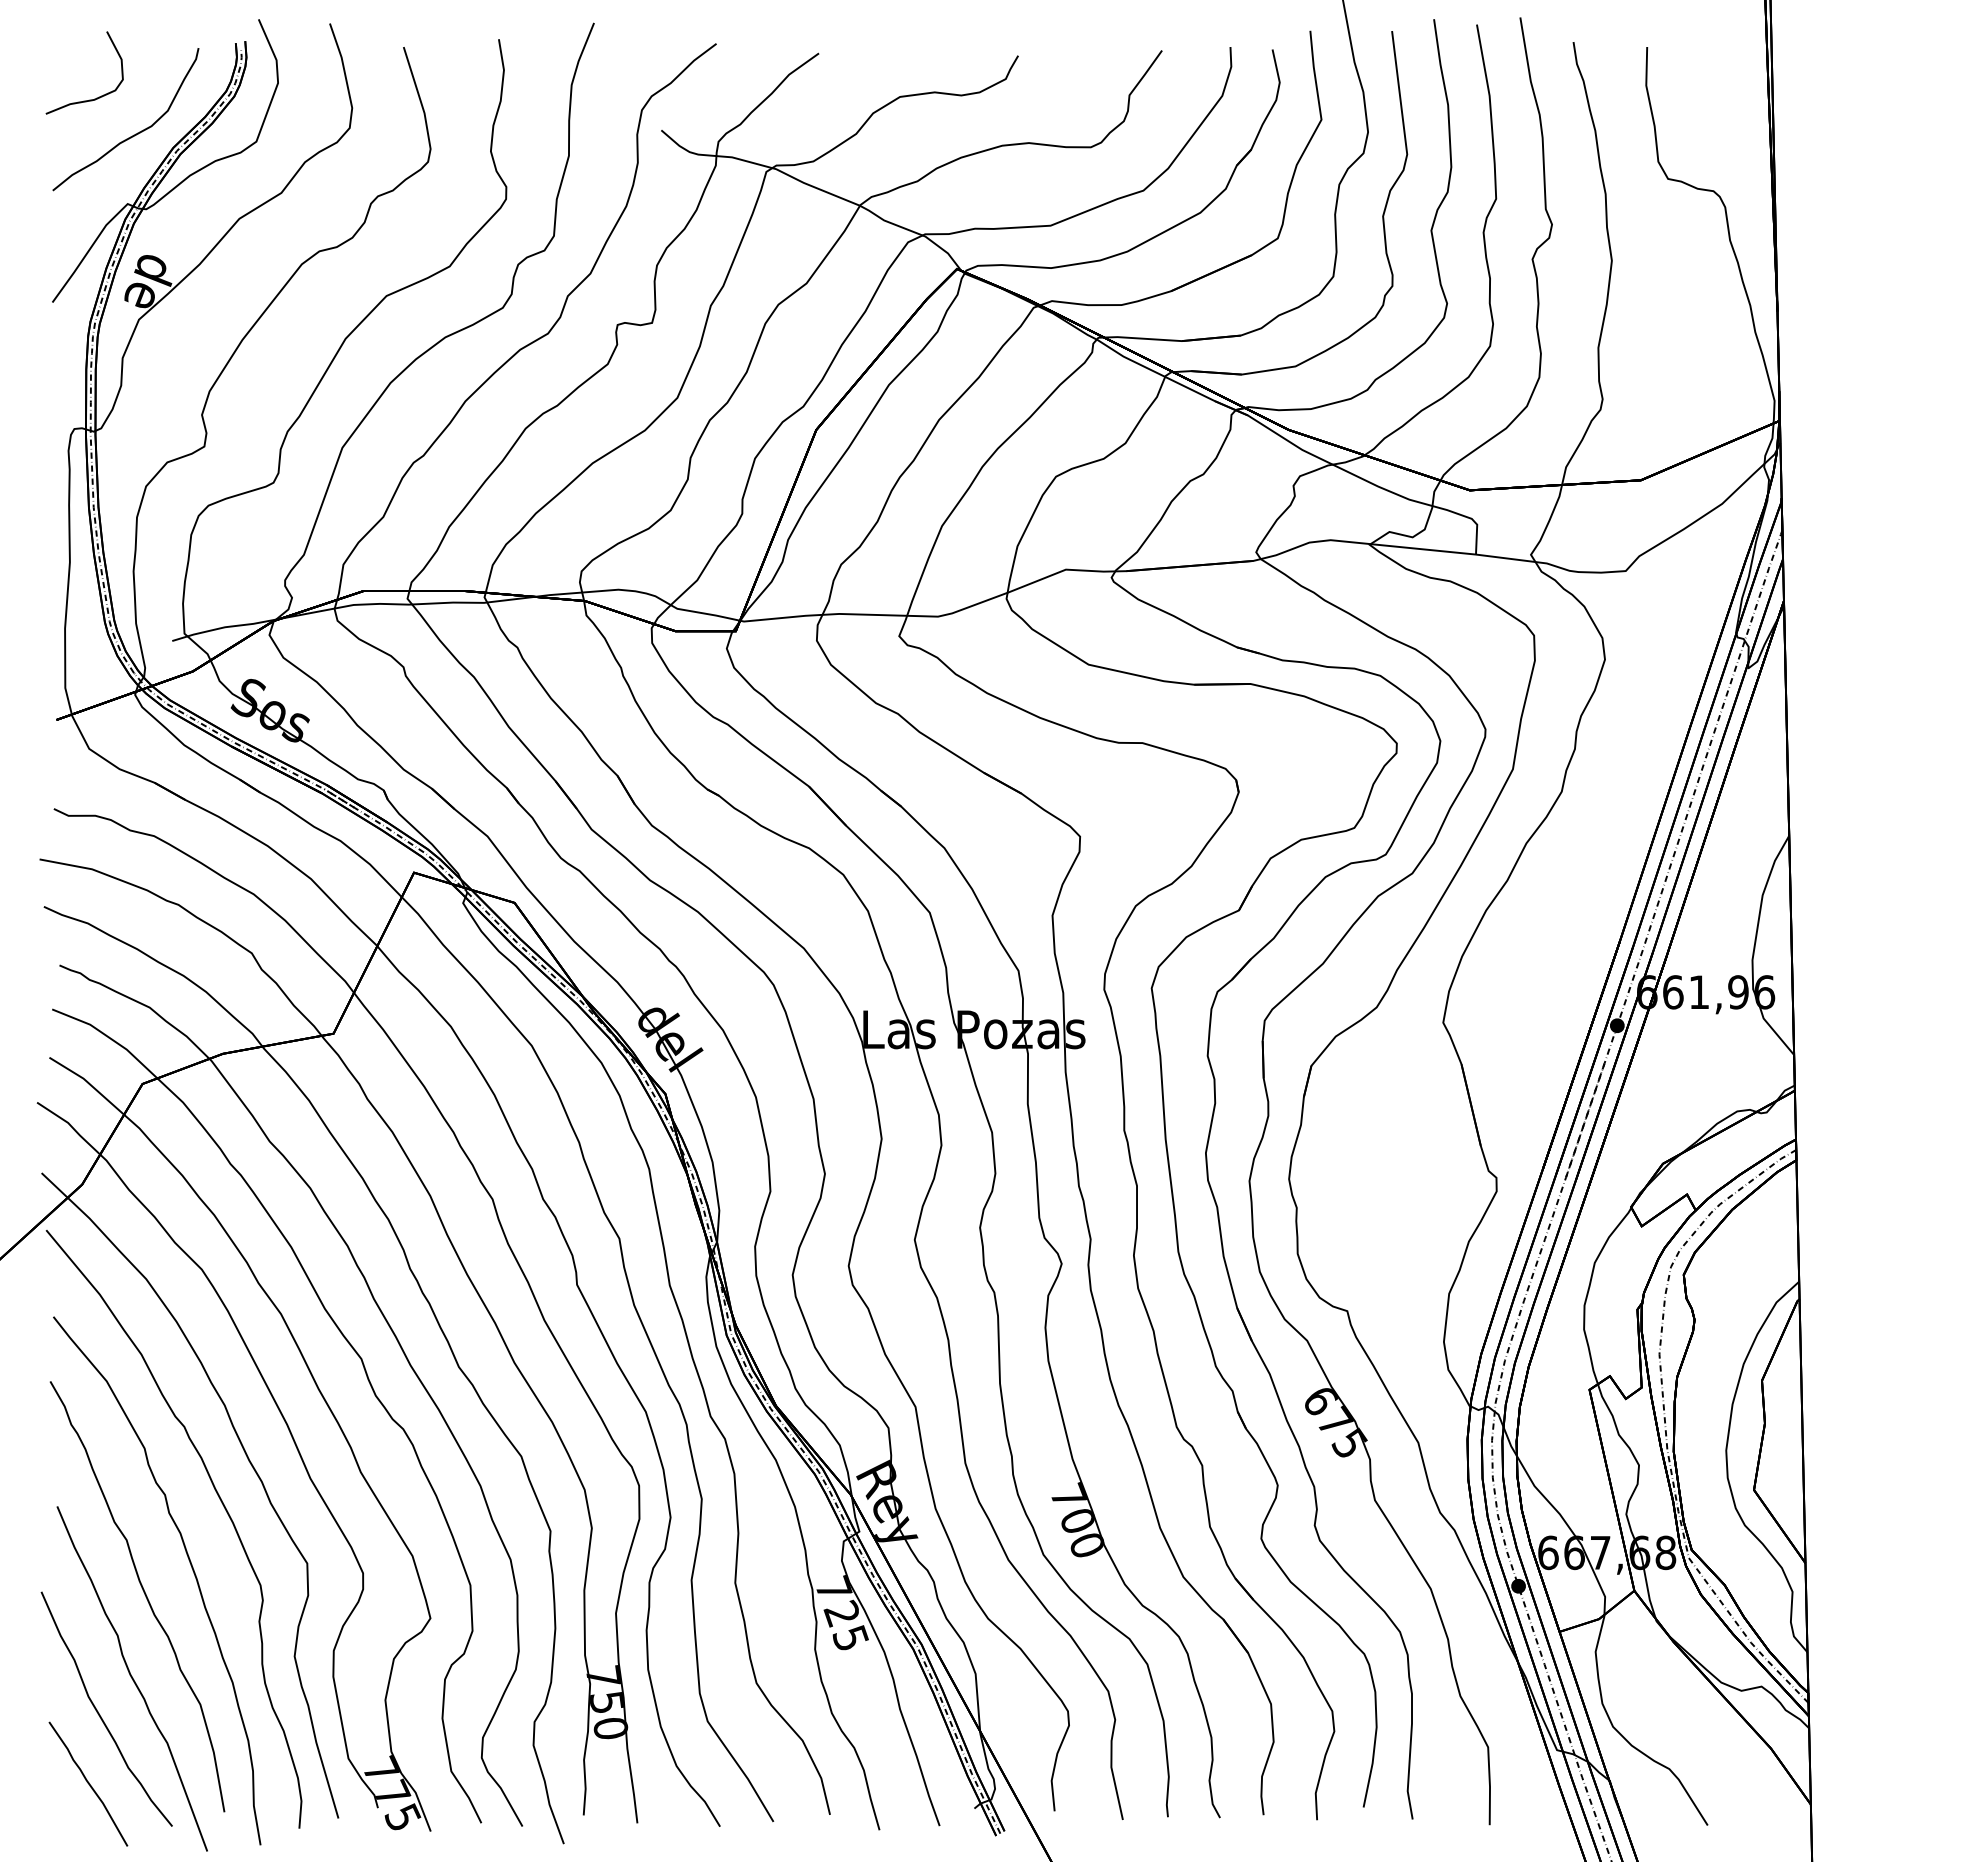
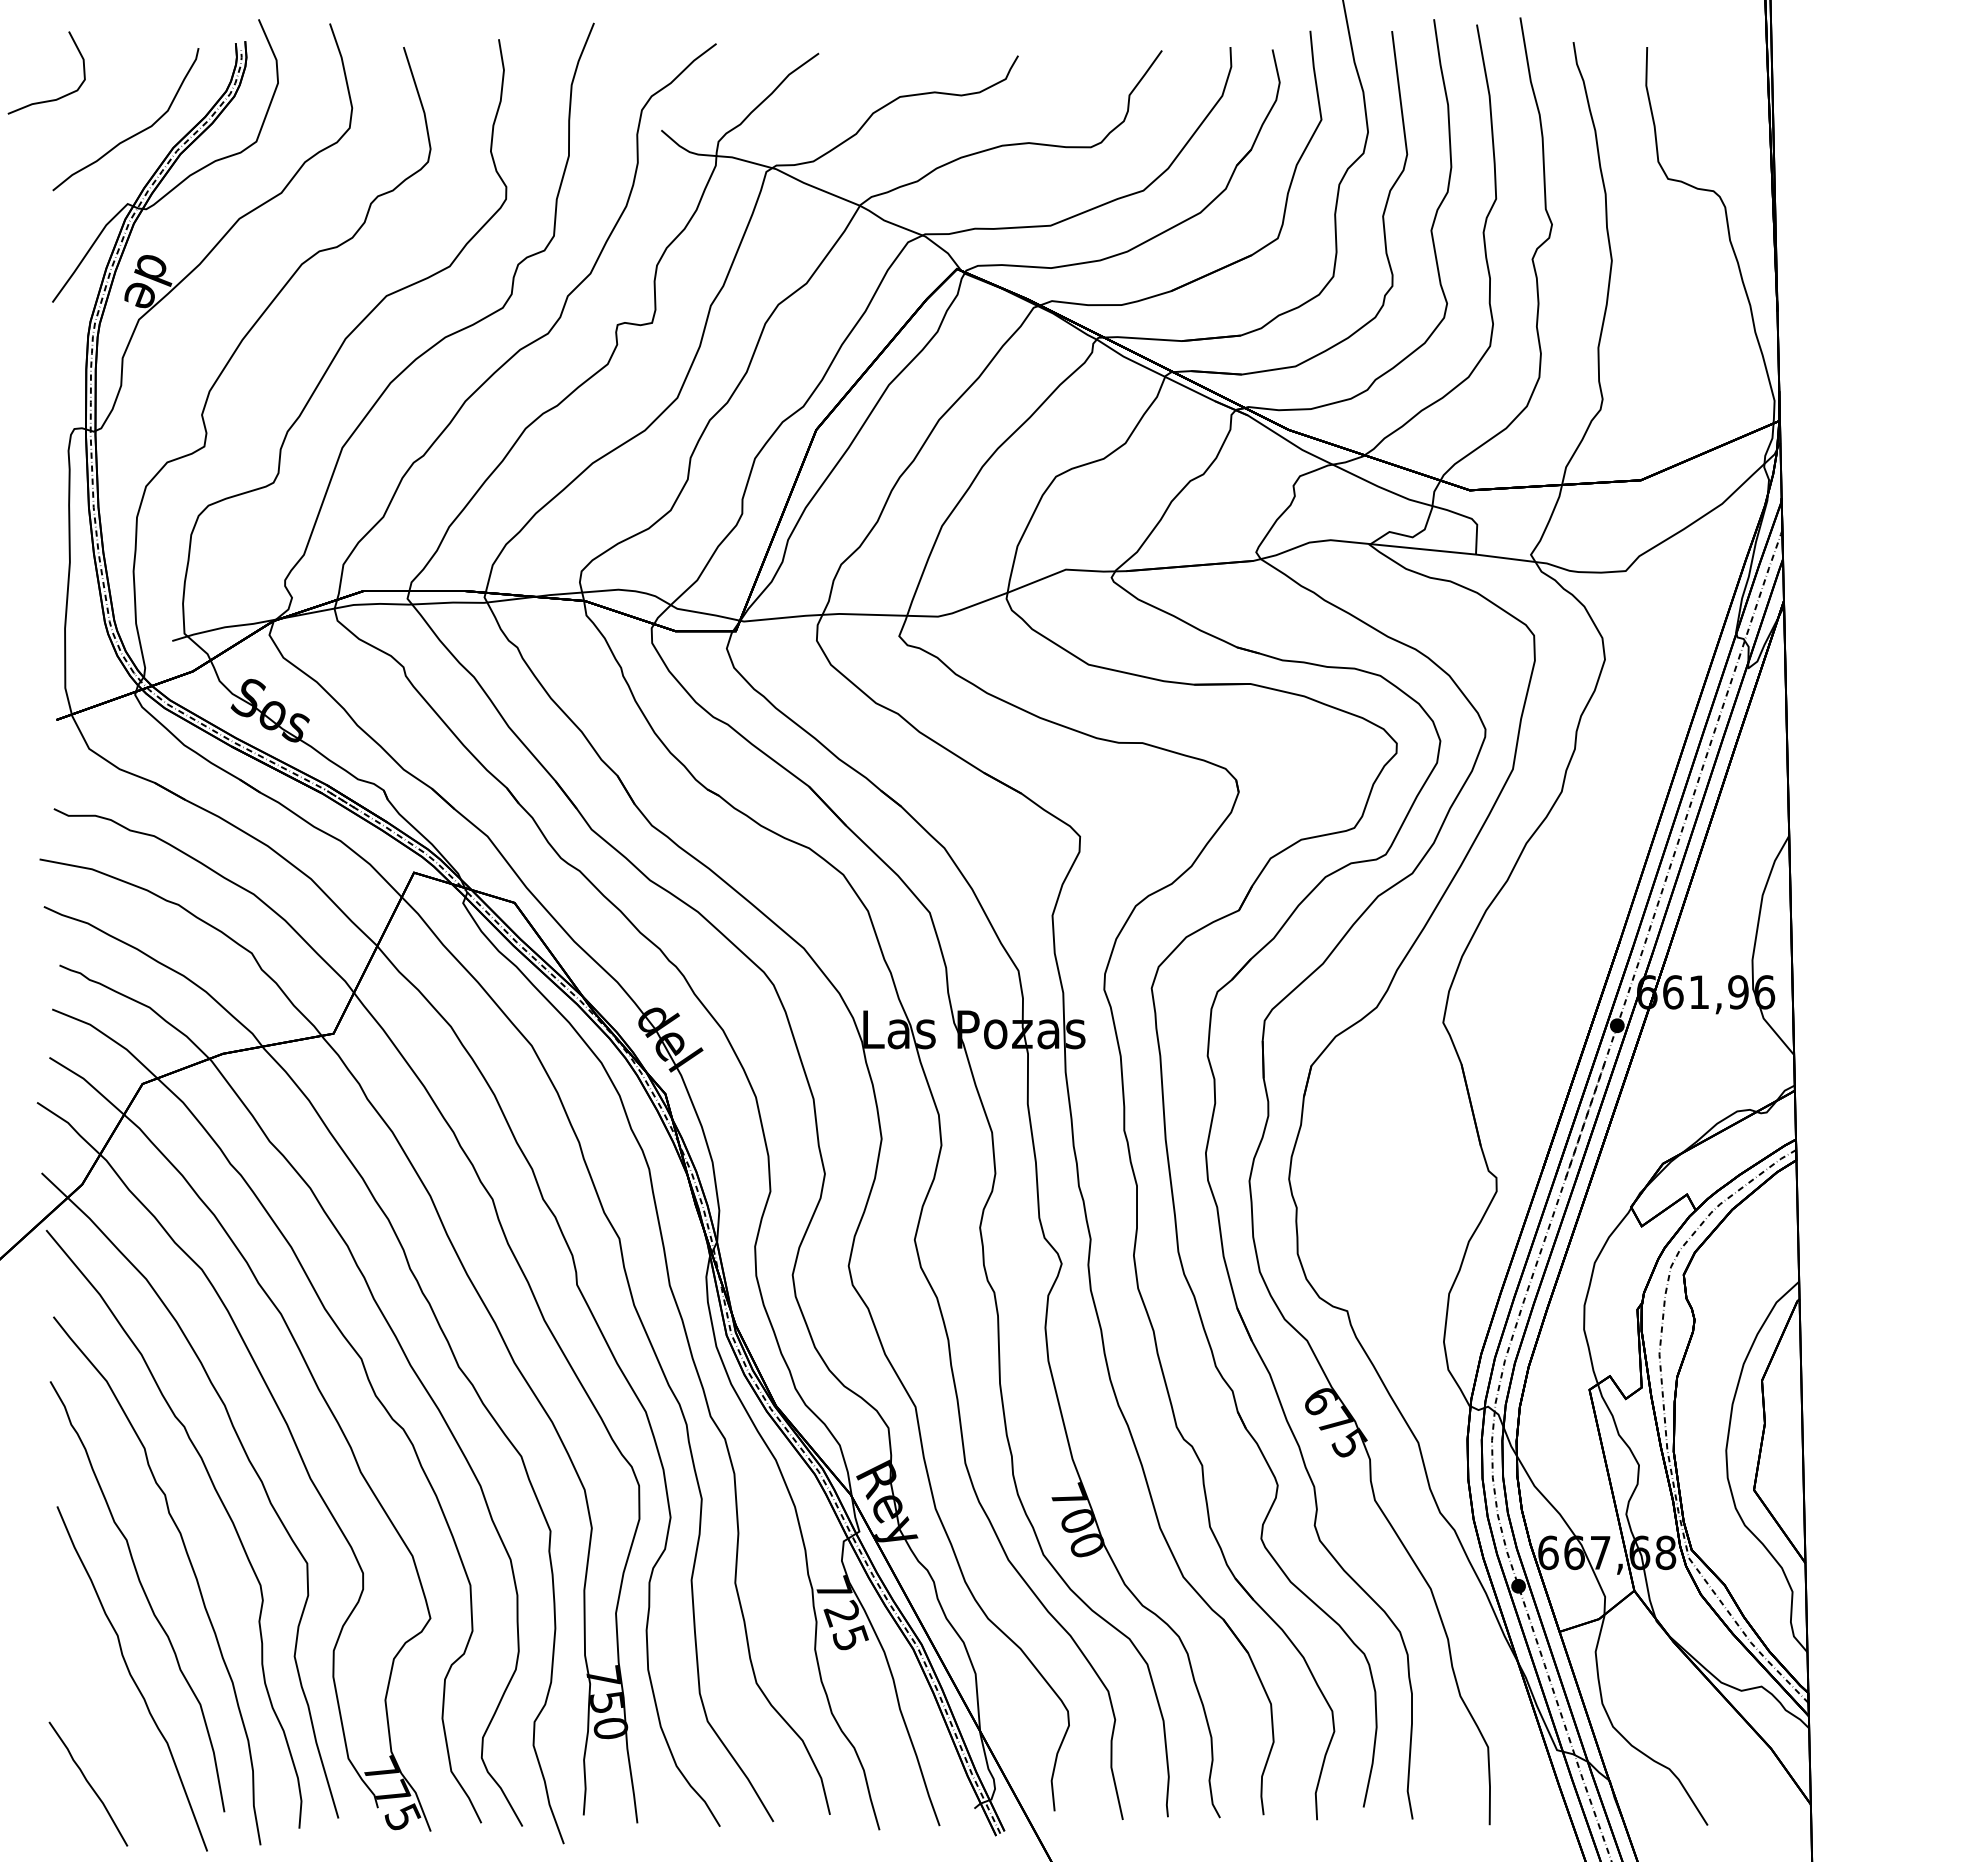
curve at (89, 99) position: (89, 99) -> (51, 99)
curve at (100, 1714): present -> none
